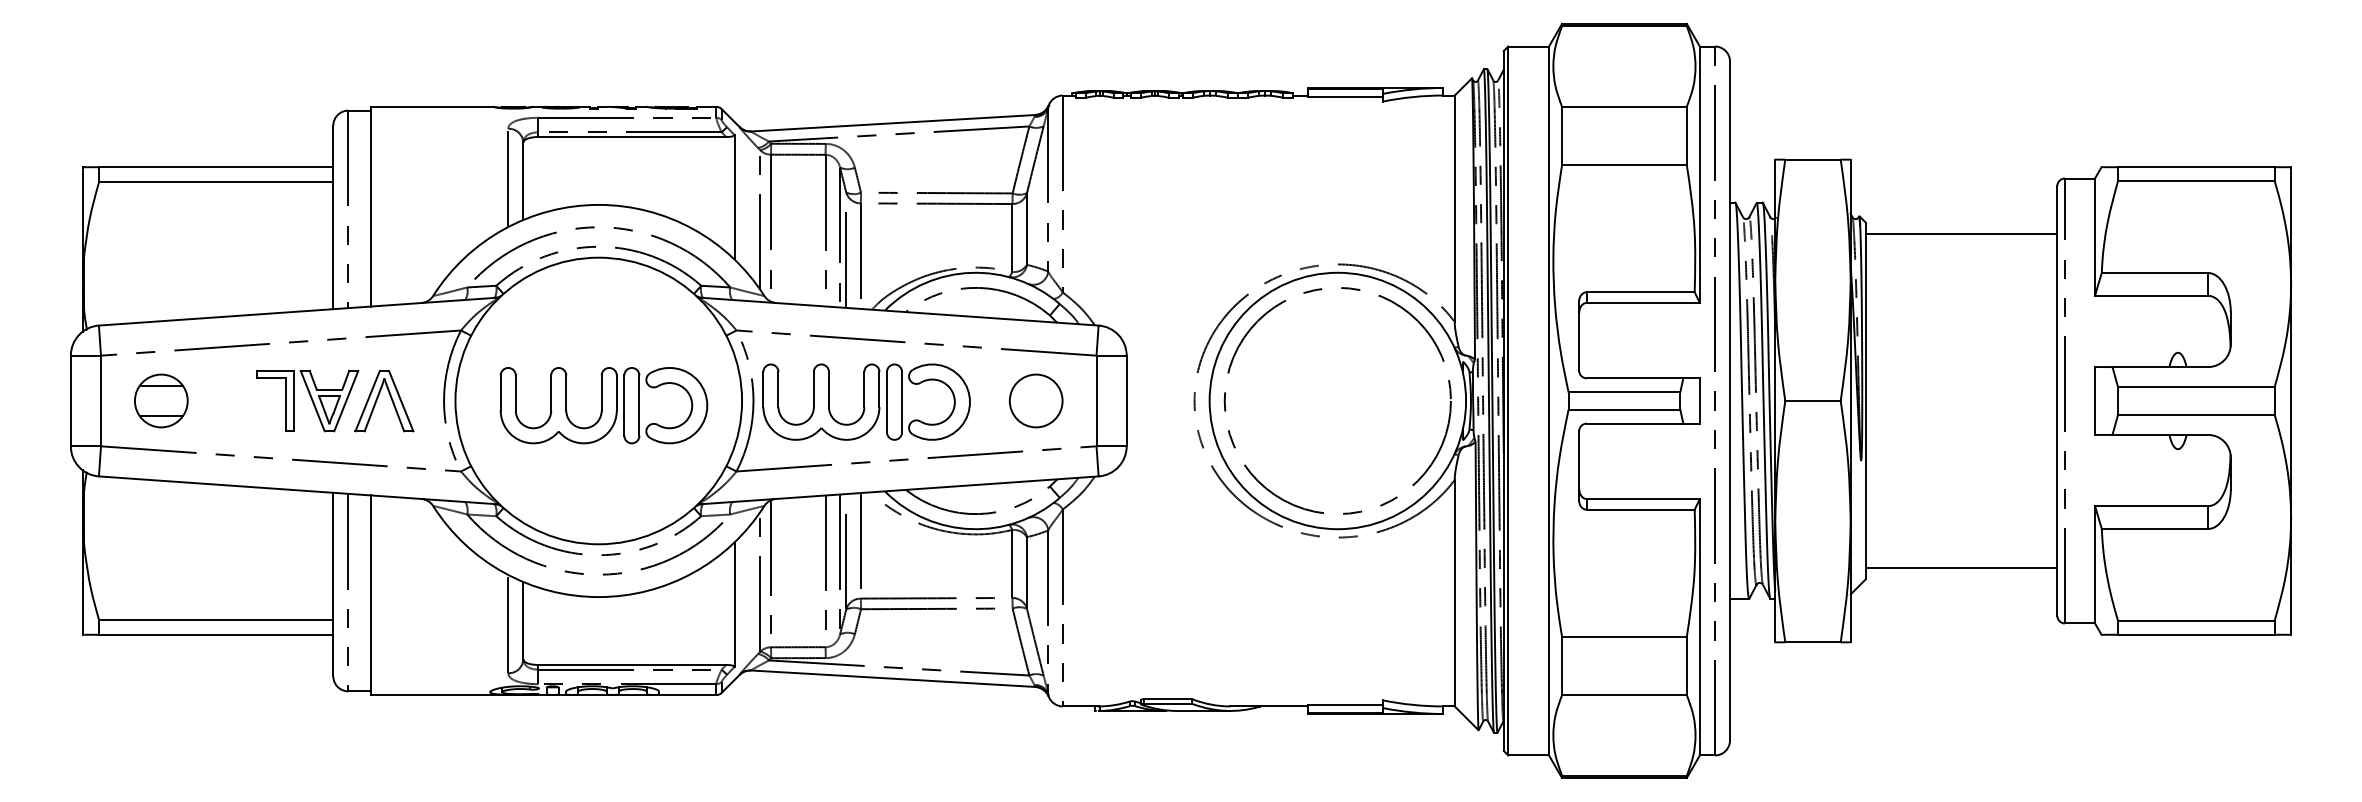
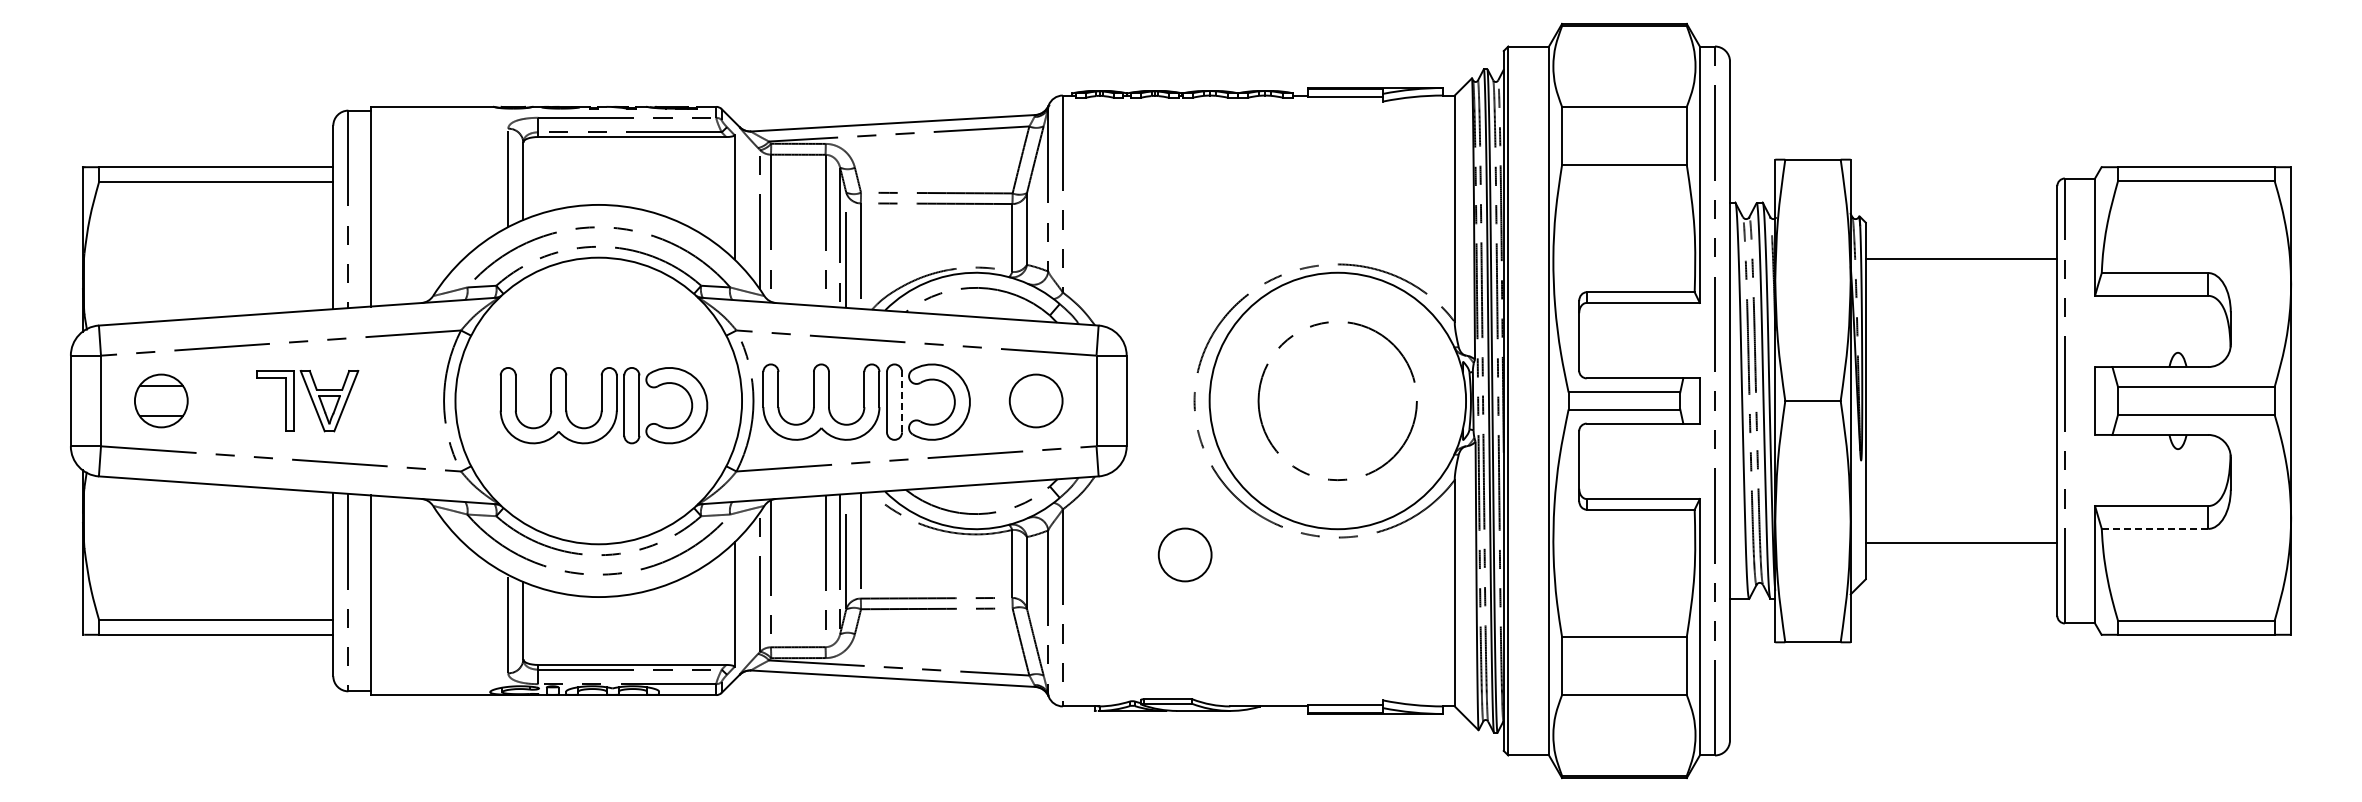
line at (1961, 233) position: (1961, 233) -> (1961, 258)
part at (378, 398): present -> none
circle at (1337, 400) size: 229x228 px -> 161x160 px
line at (902, 401): solid -> dashed
line at (2155, 528): solid -> dashed
circle at (1184, 554): none -> present
line at (1961, 568) position: (1961, 568) -> (1961, 543)
